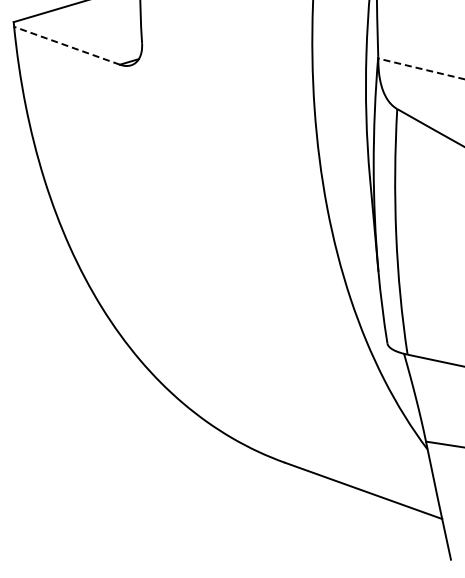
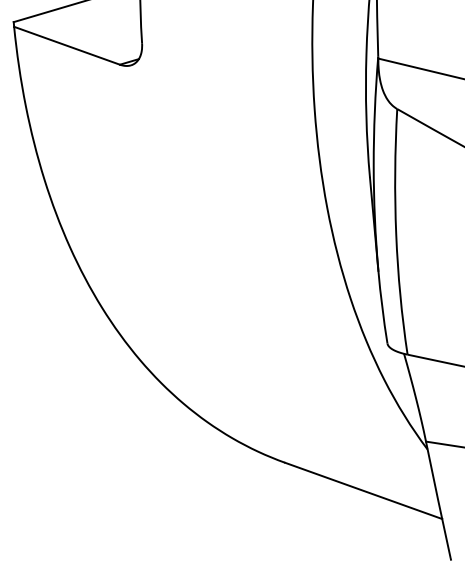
line at (66, 45): dashed -> solid
line at (421, 68): dashed -> solid
